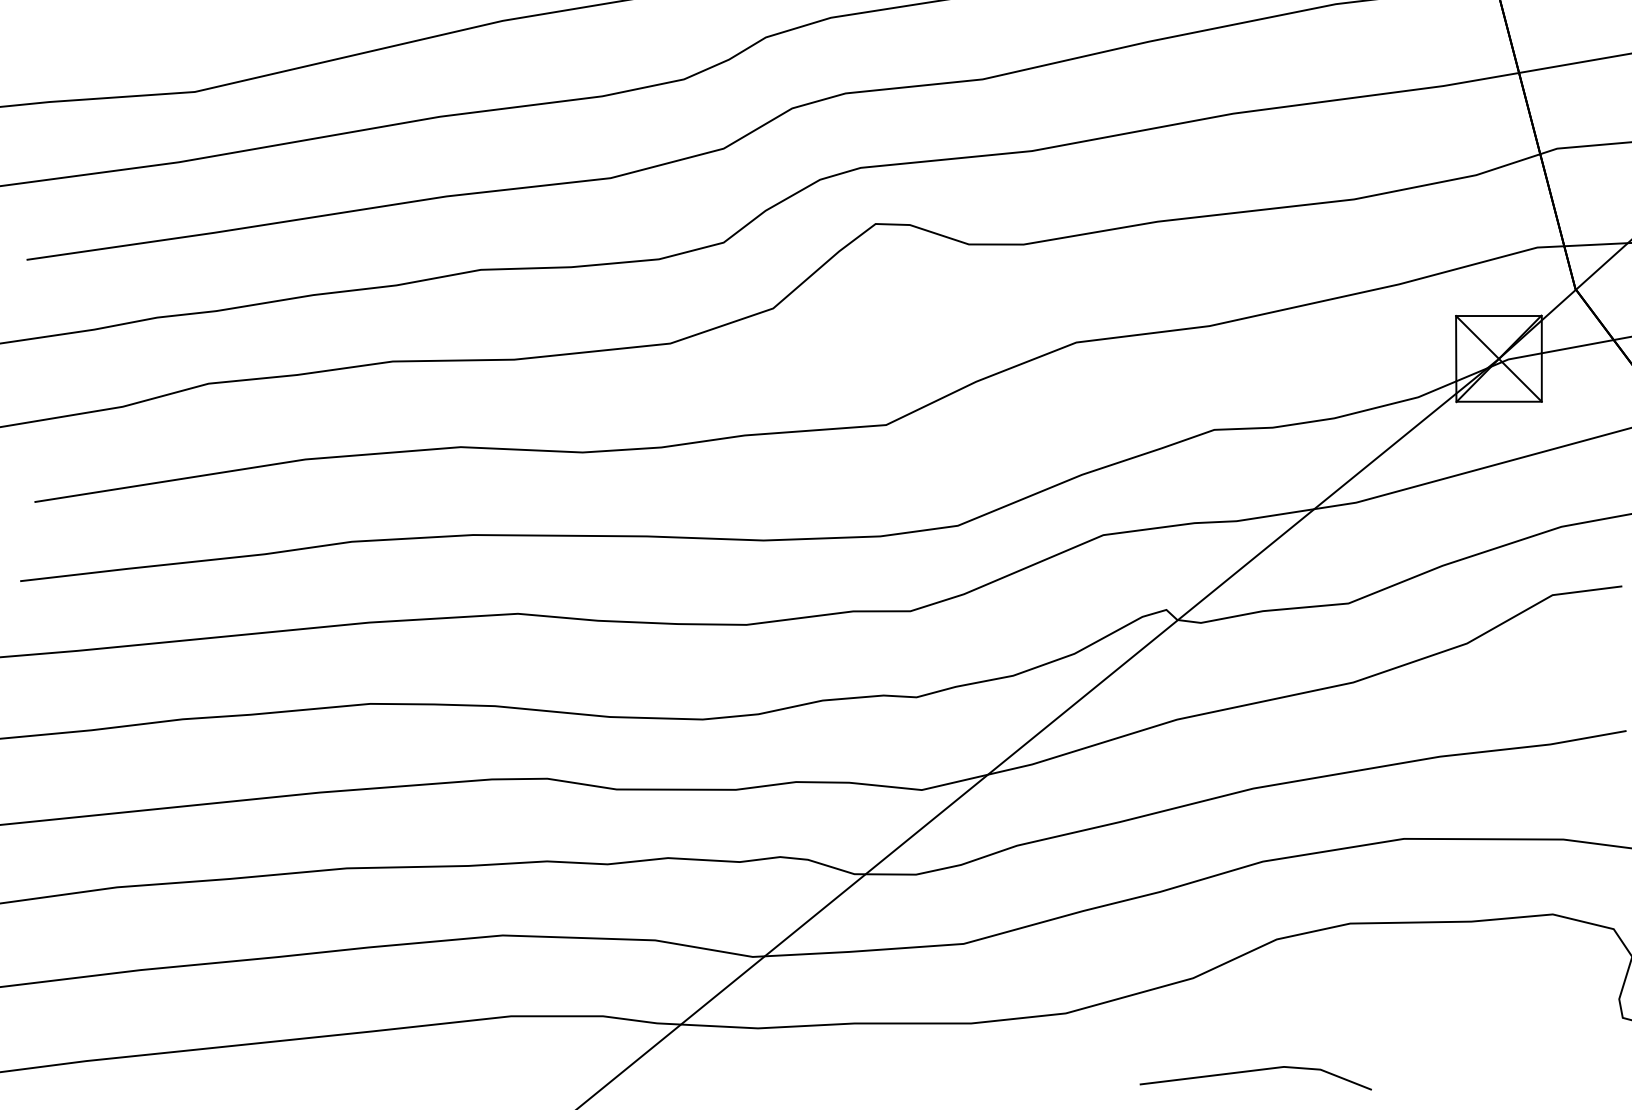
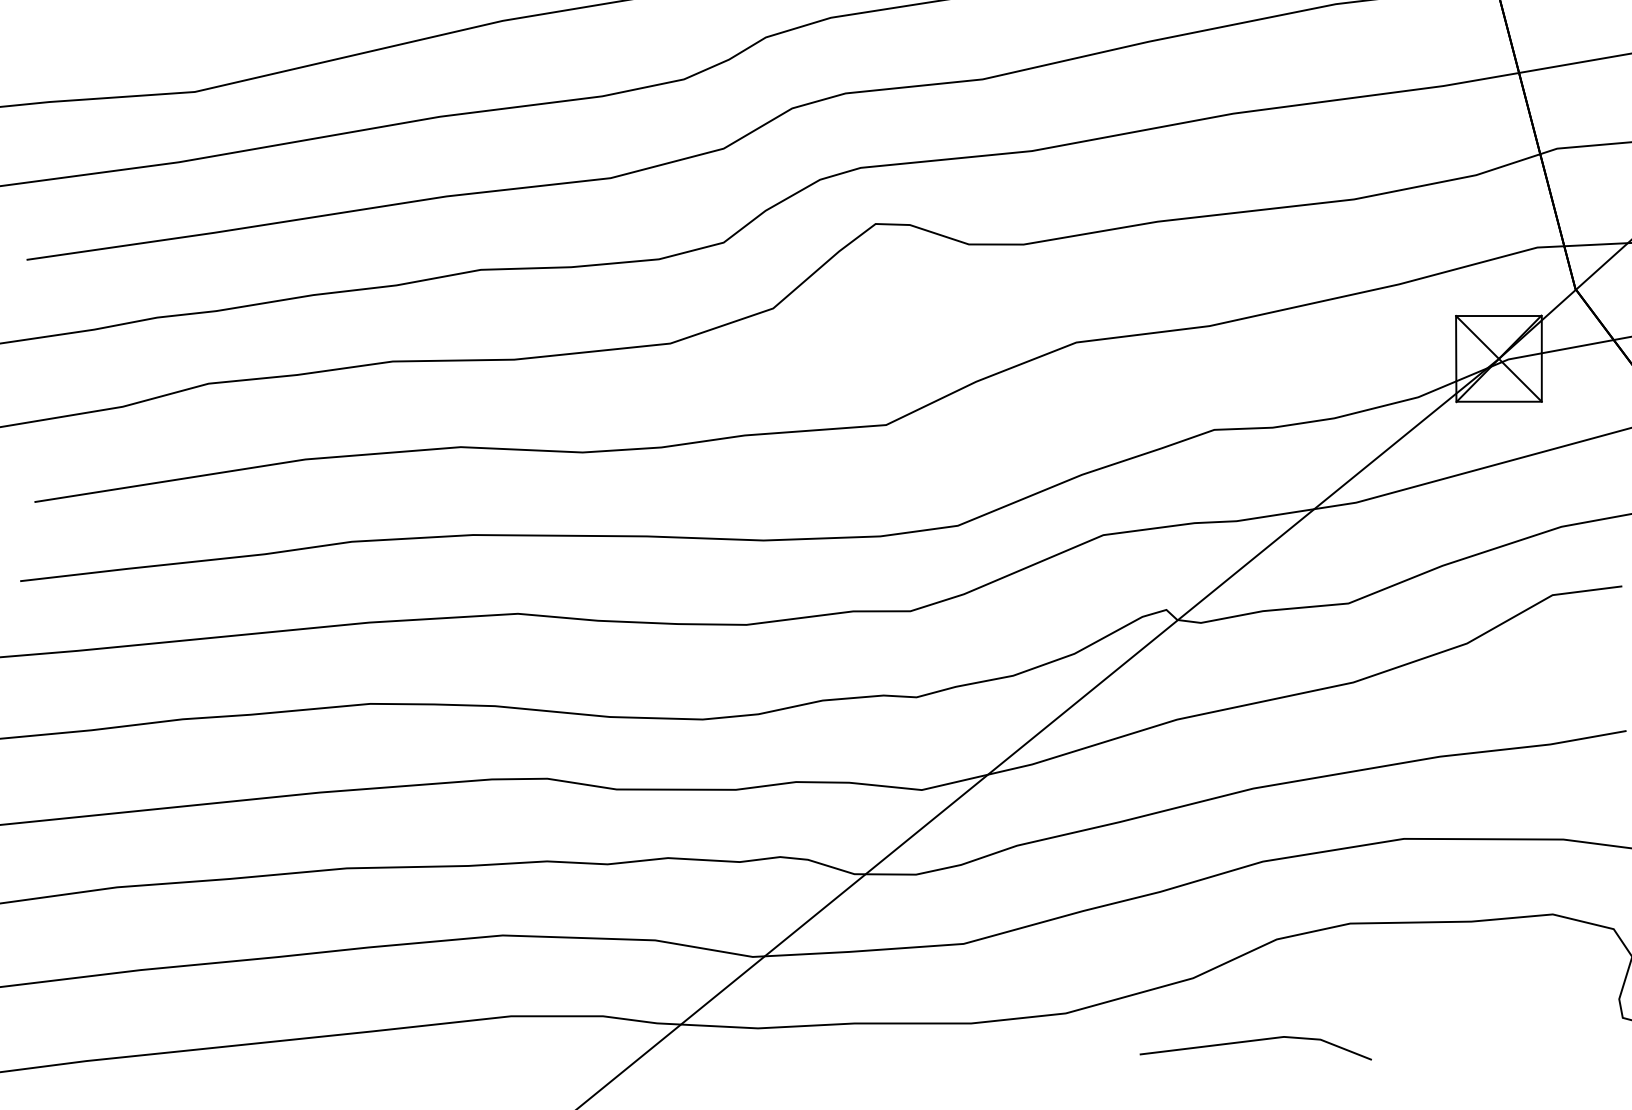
line at (1255, 1071) position: (1255, 1071) -> (1255, 1041)
